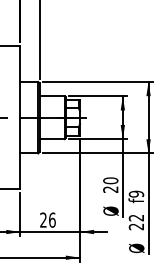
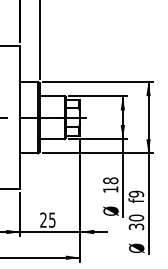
text at (110, 184): 20 -> 18
text at (52, 219): 26 -> 25
text at (136, 222): 22 -> 30
